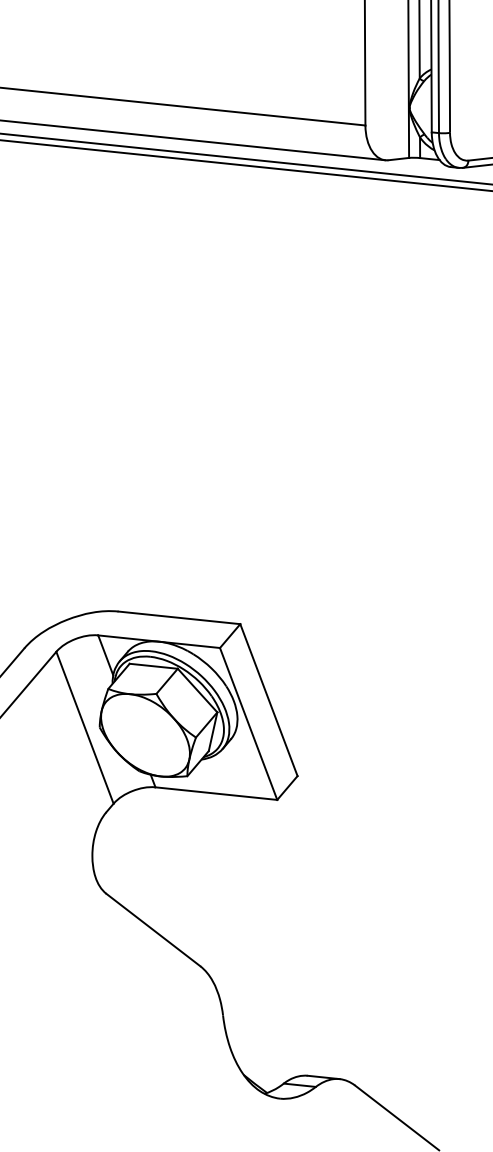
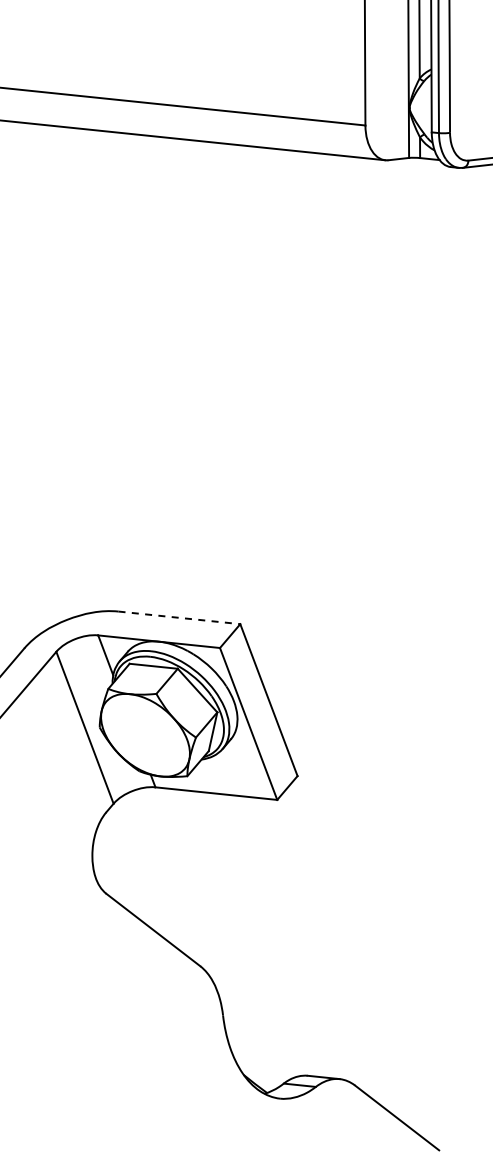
line at (245, 158): present -> none
line at (245, 165): present -> none
line at (179, 617): solid -> dashed
